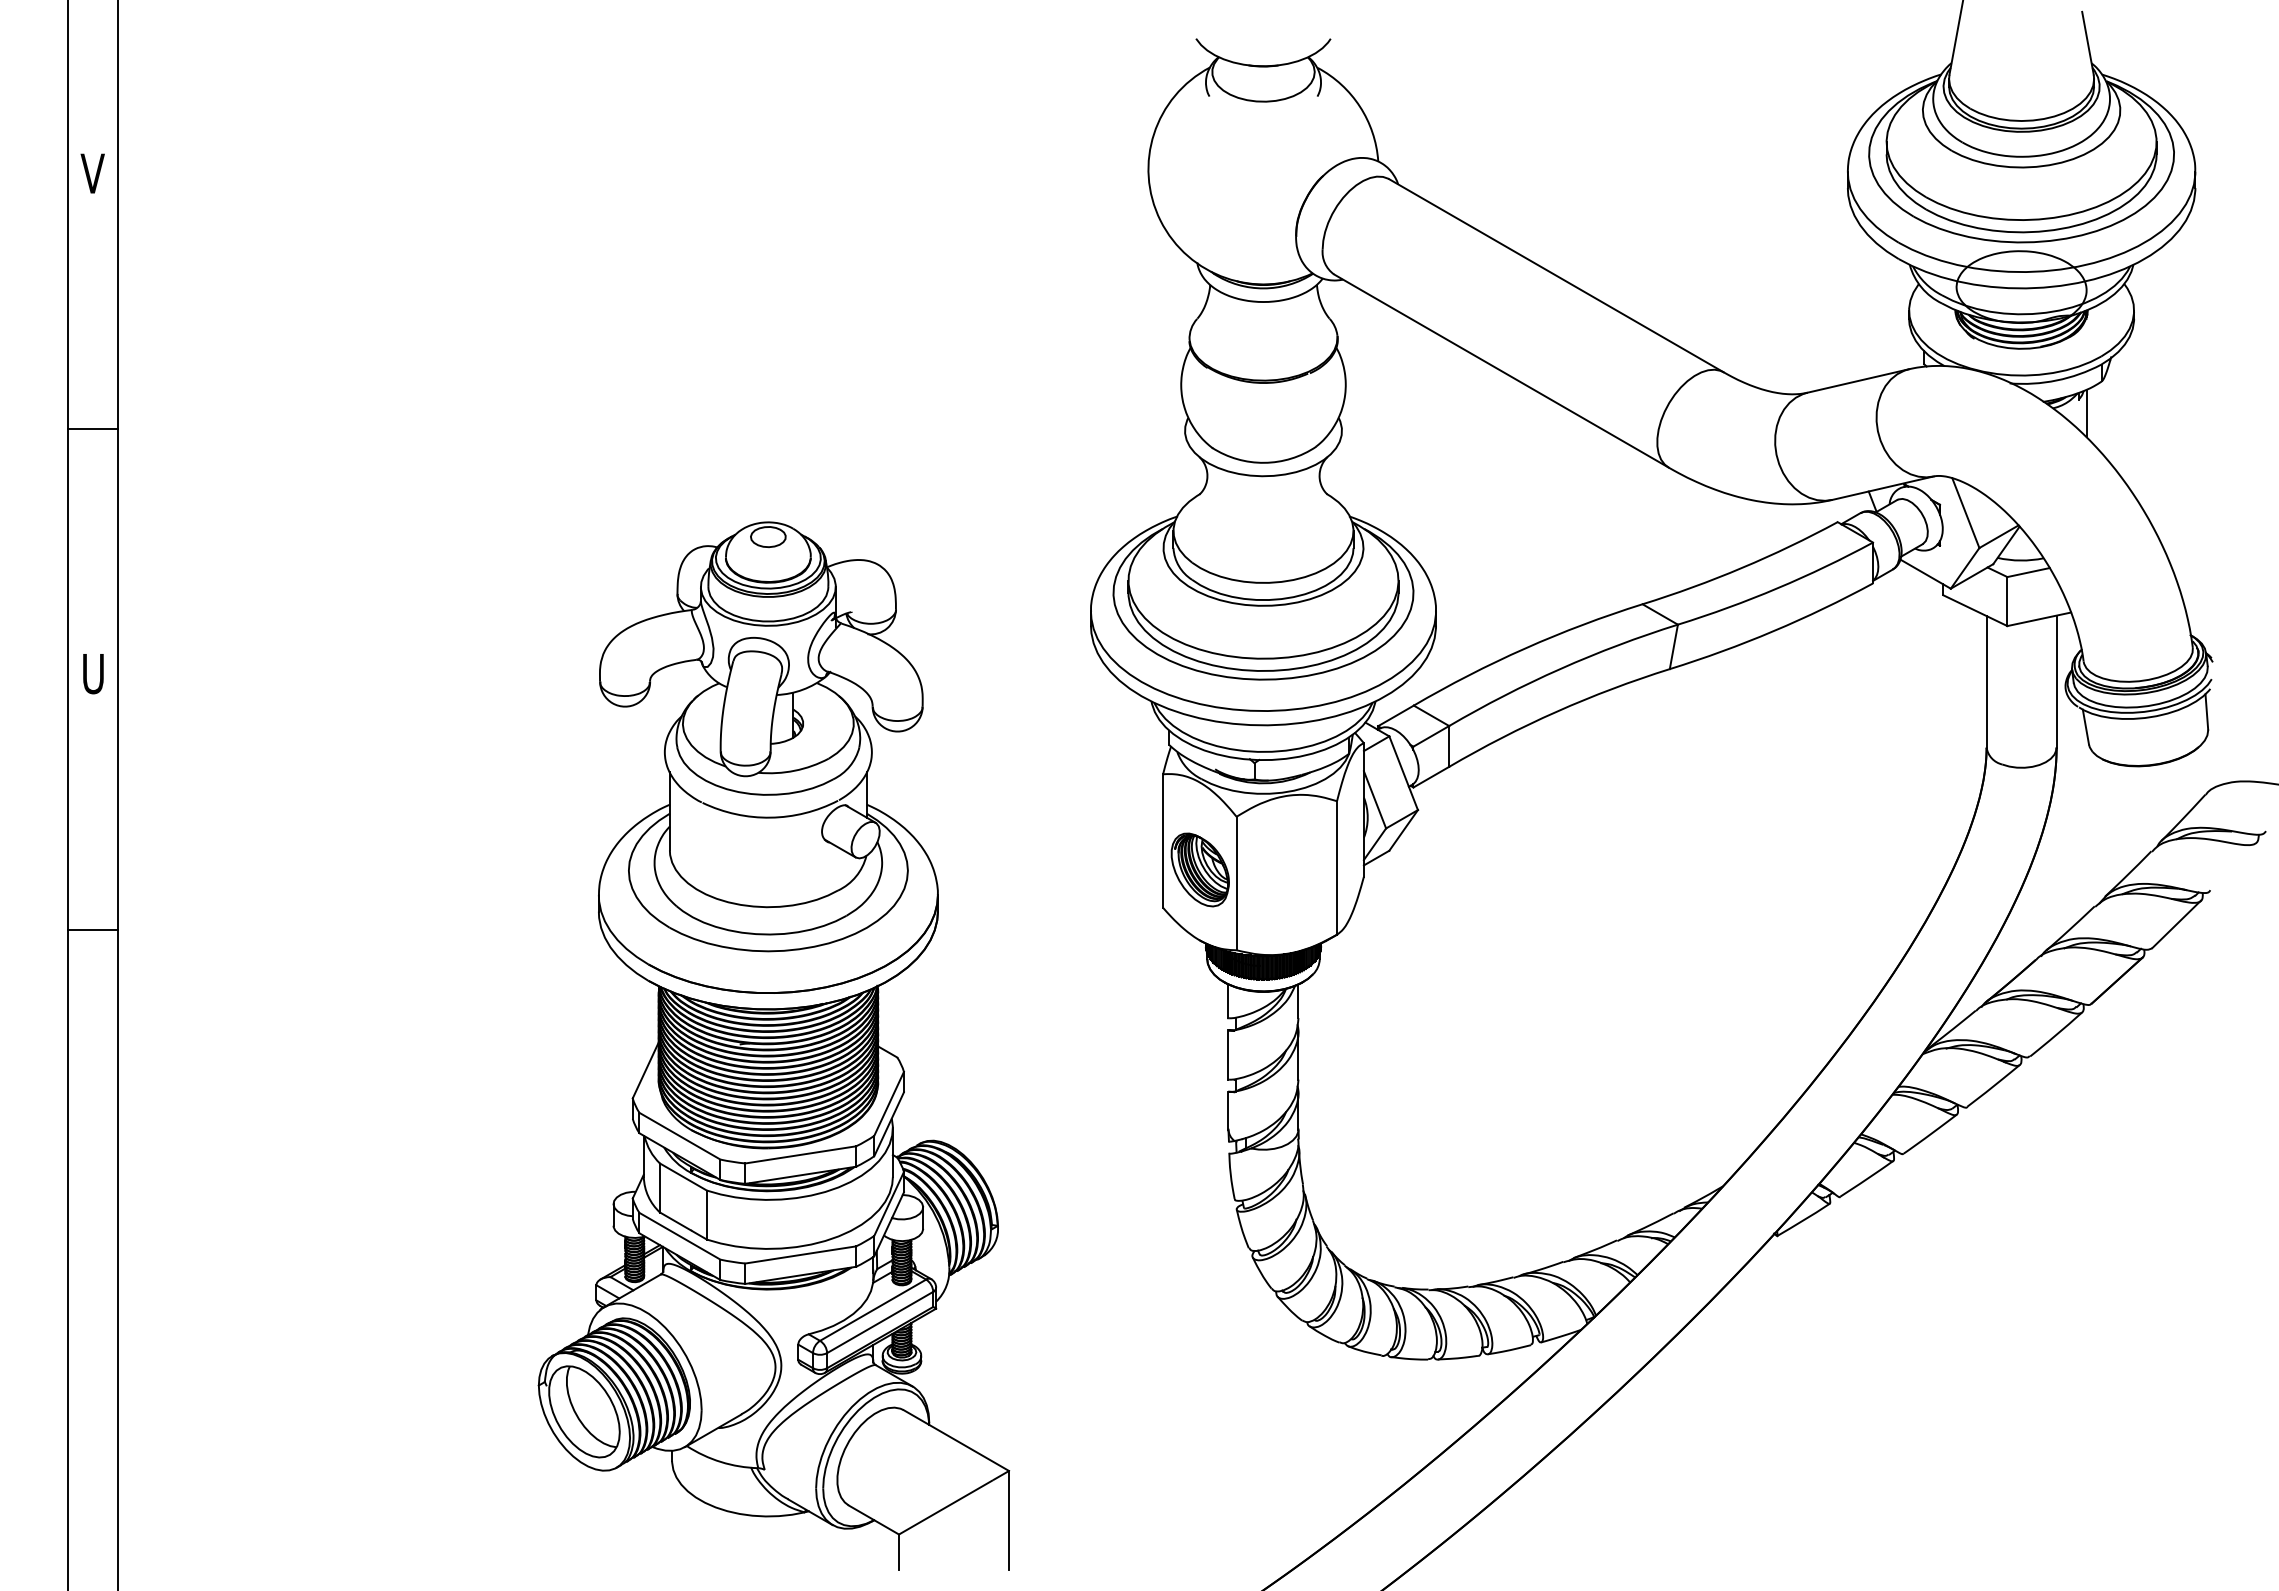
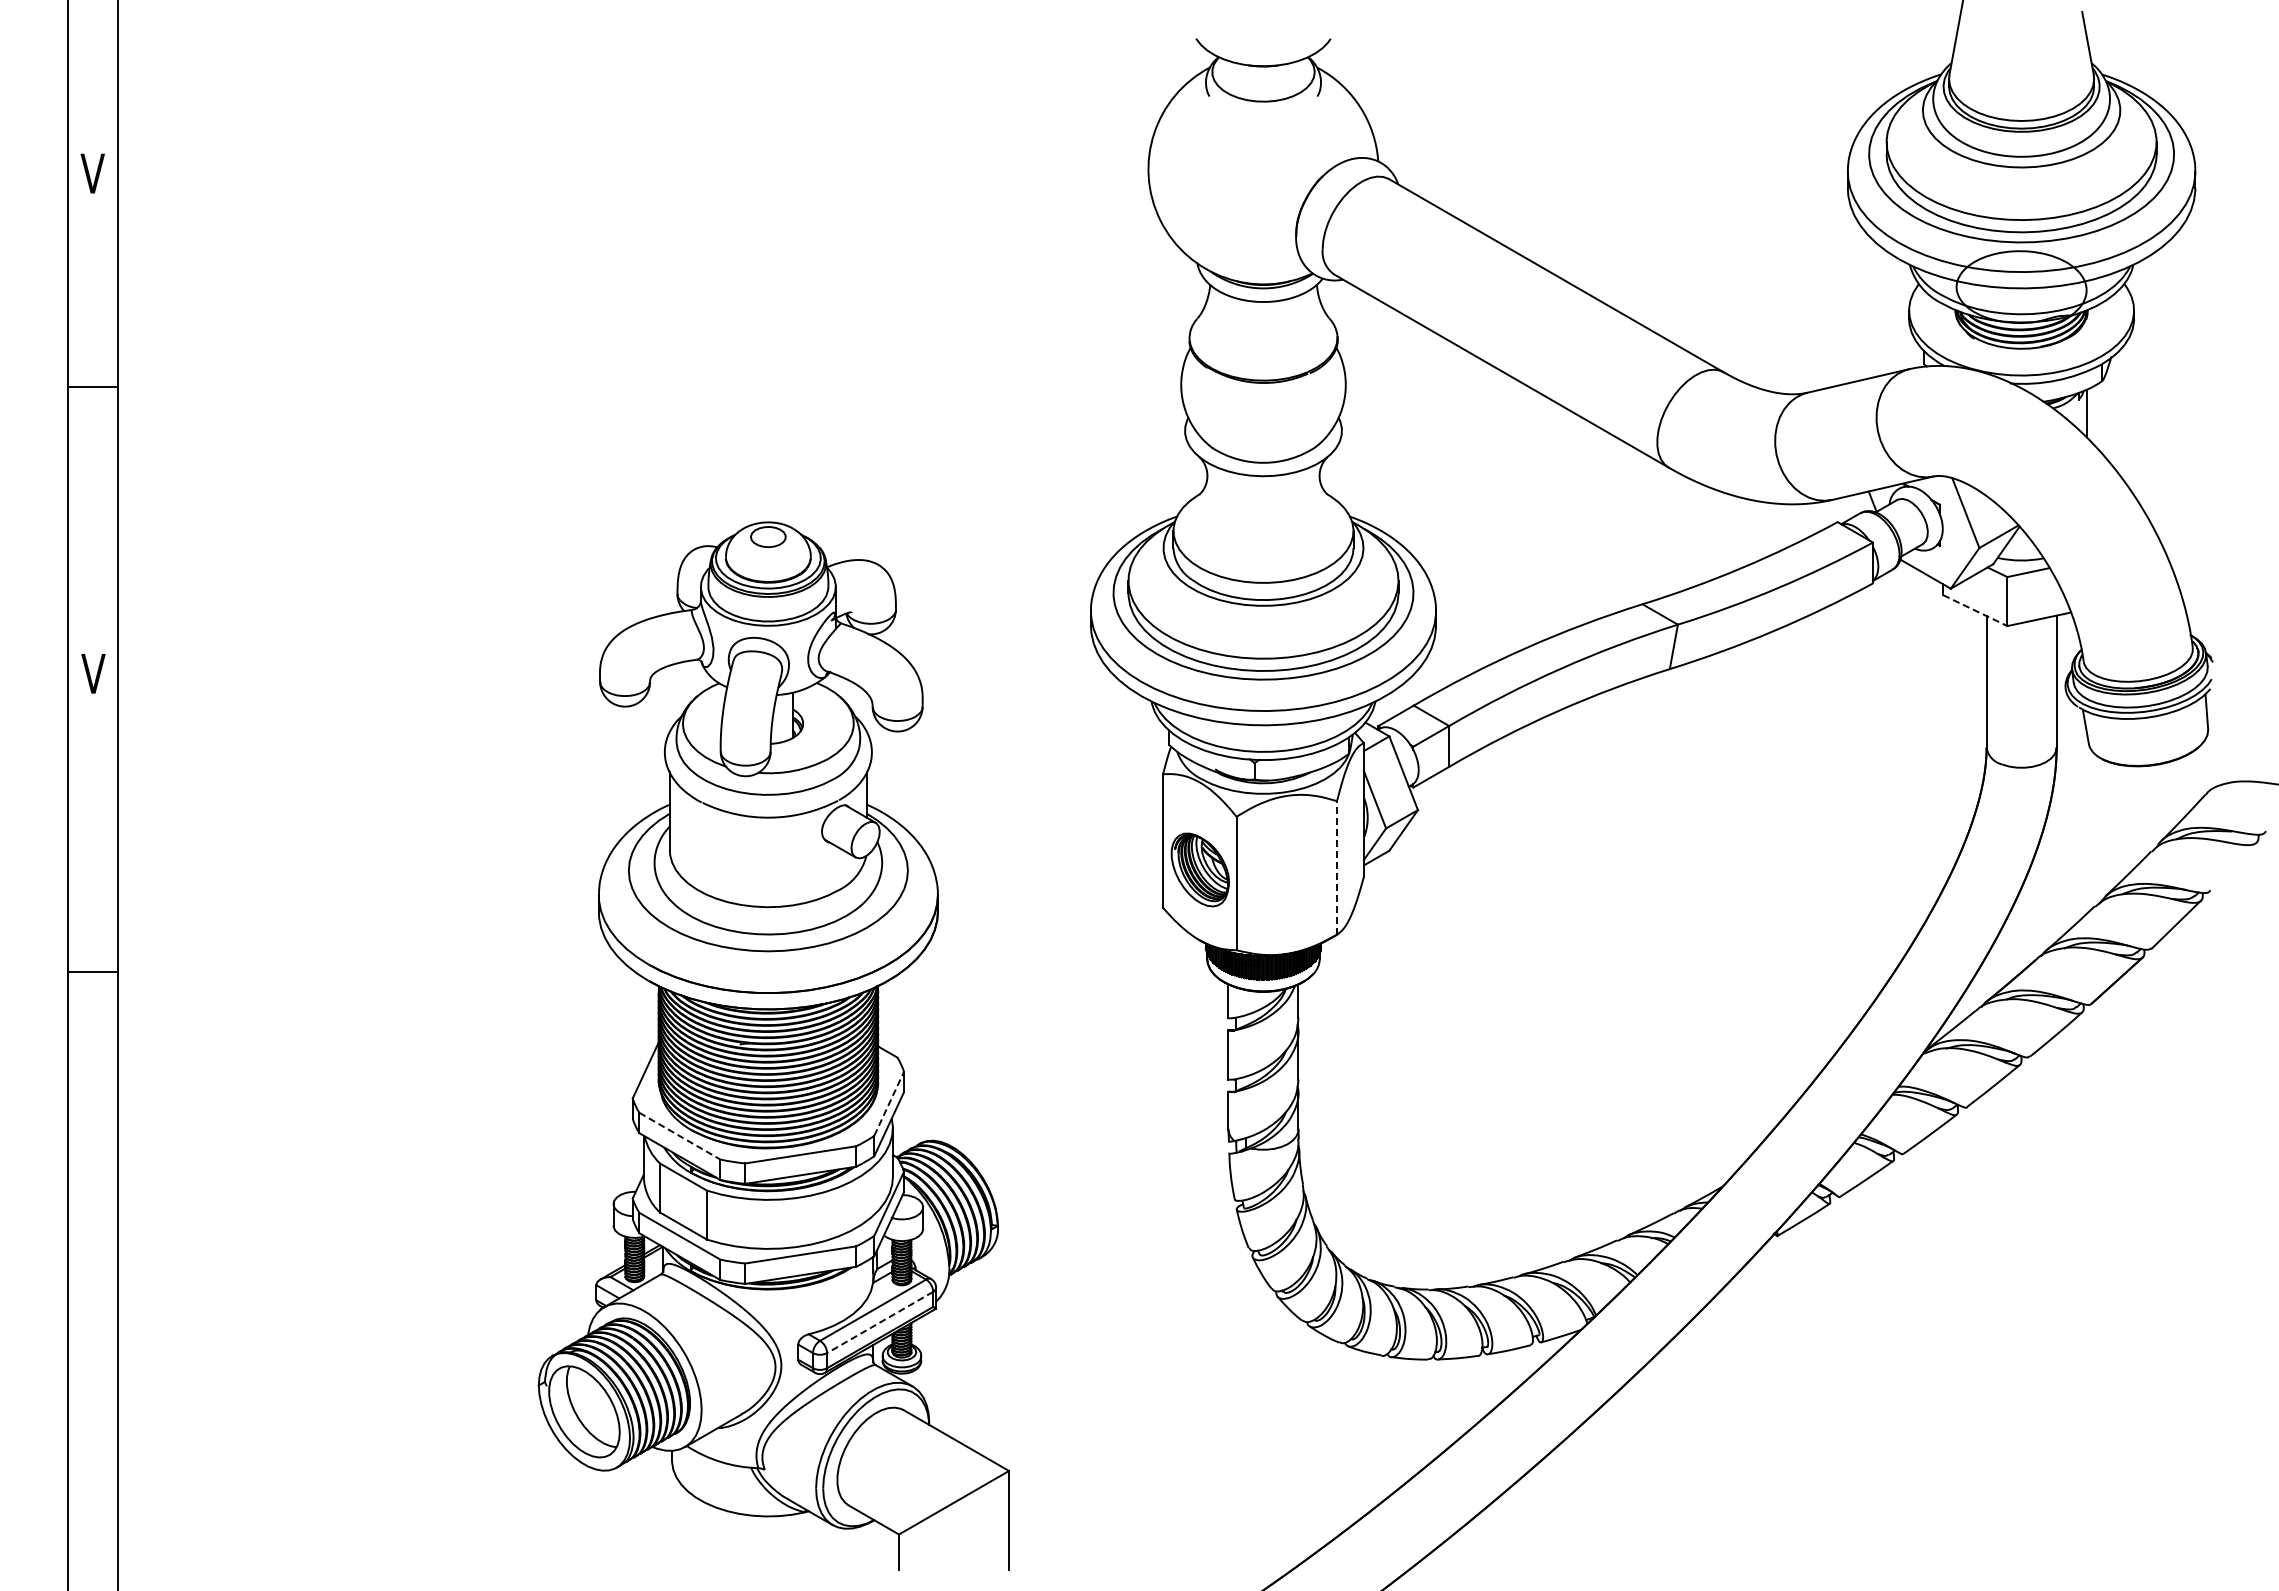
line at (93, 429) position: (93, 429) -> (93, 387)
line at (1975, 610): solid -> dashed
text at (93, 674): U -> V
line at (1337, 867): solid -> dashed
line at (93, 929) position: (93, 929) -> (93, 971)
line at (889, 1103): solid -> dashed
line at (679, 1136): solid -> dashed
line at (879, 1322): solid -> dashed
